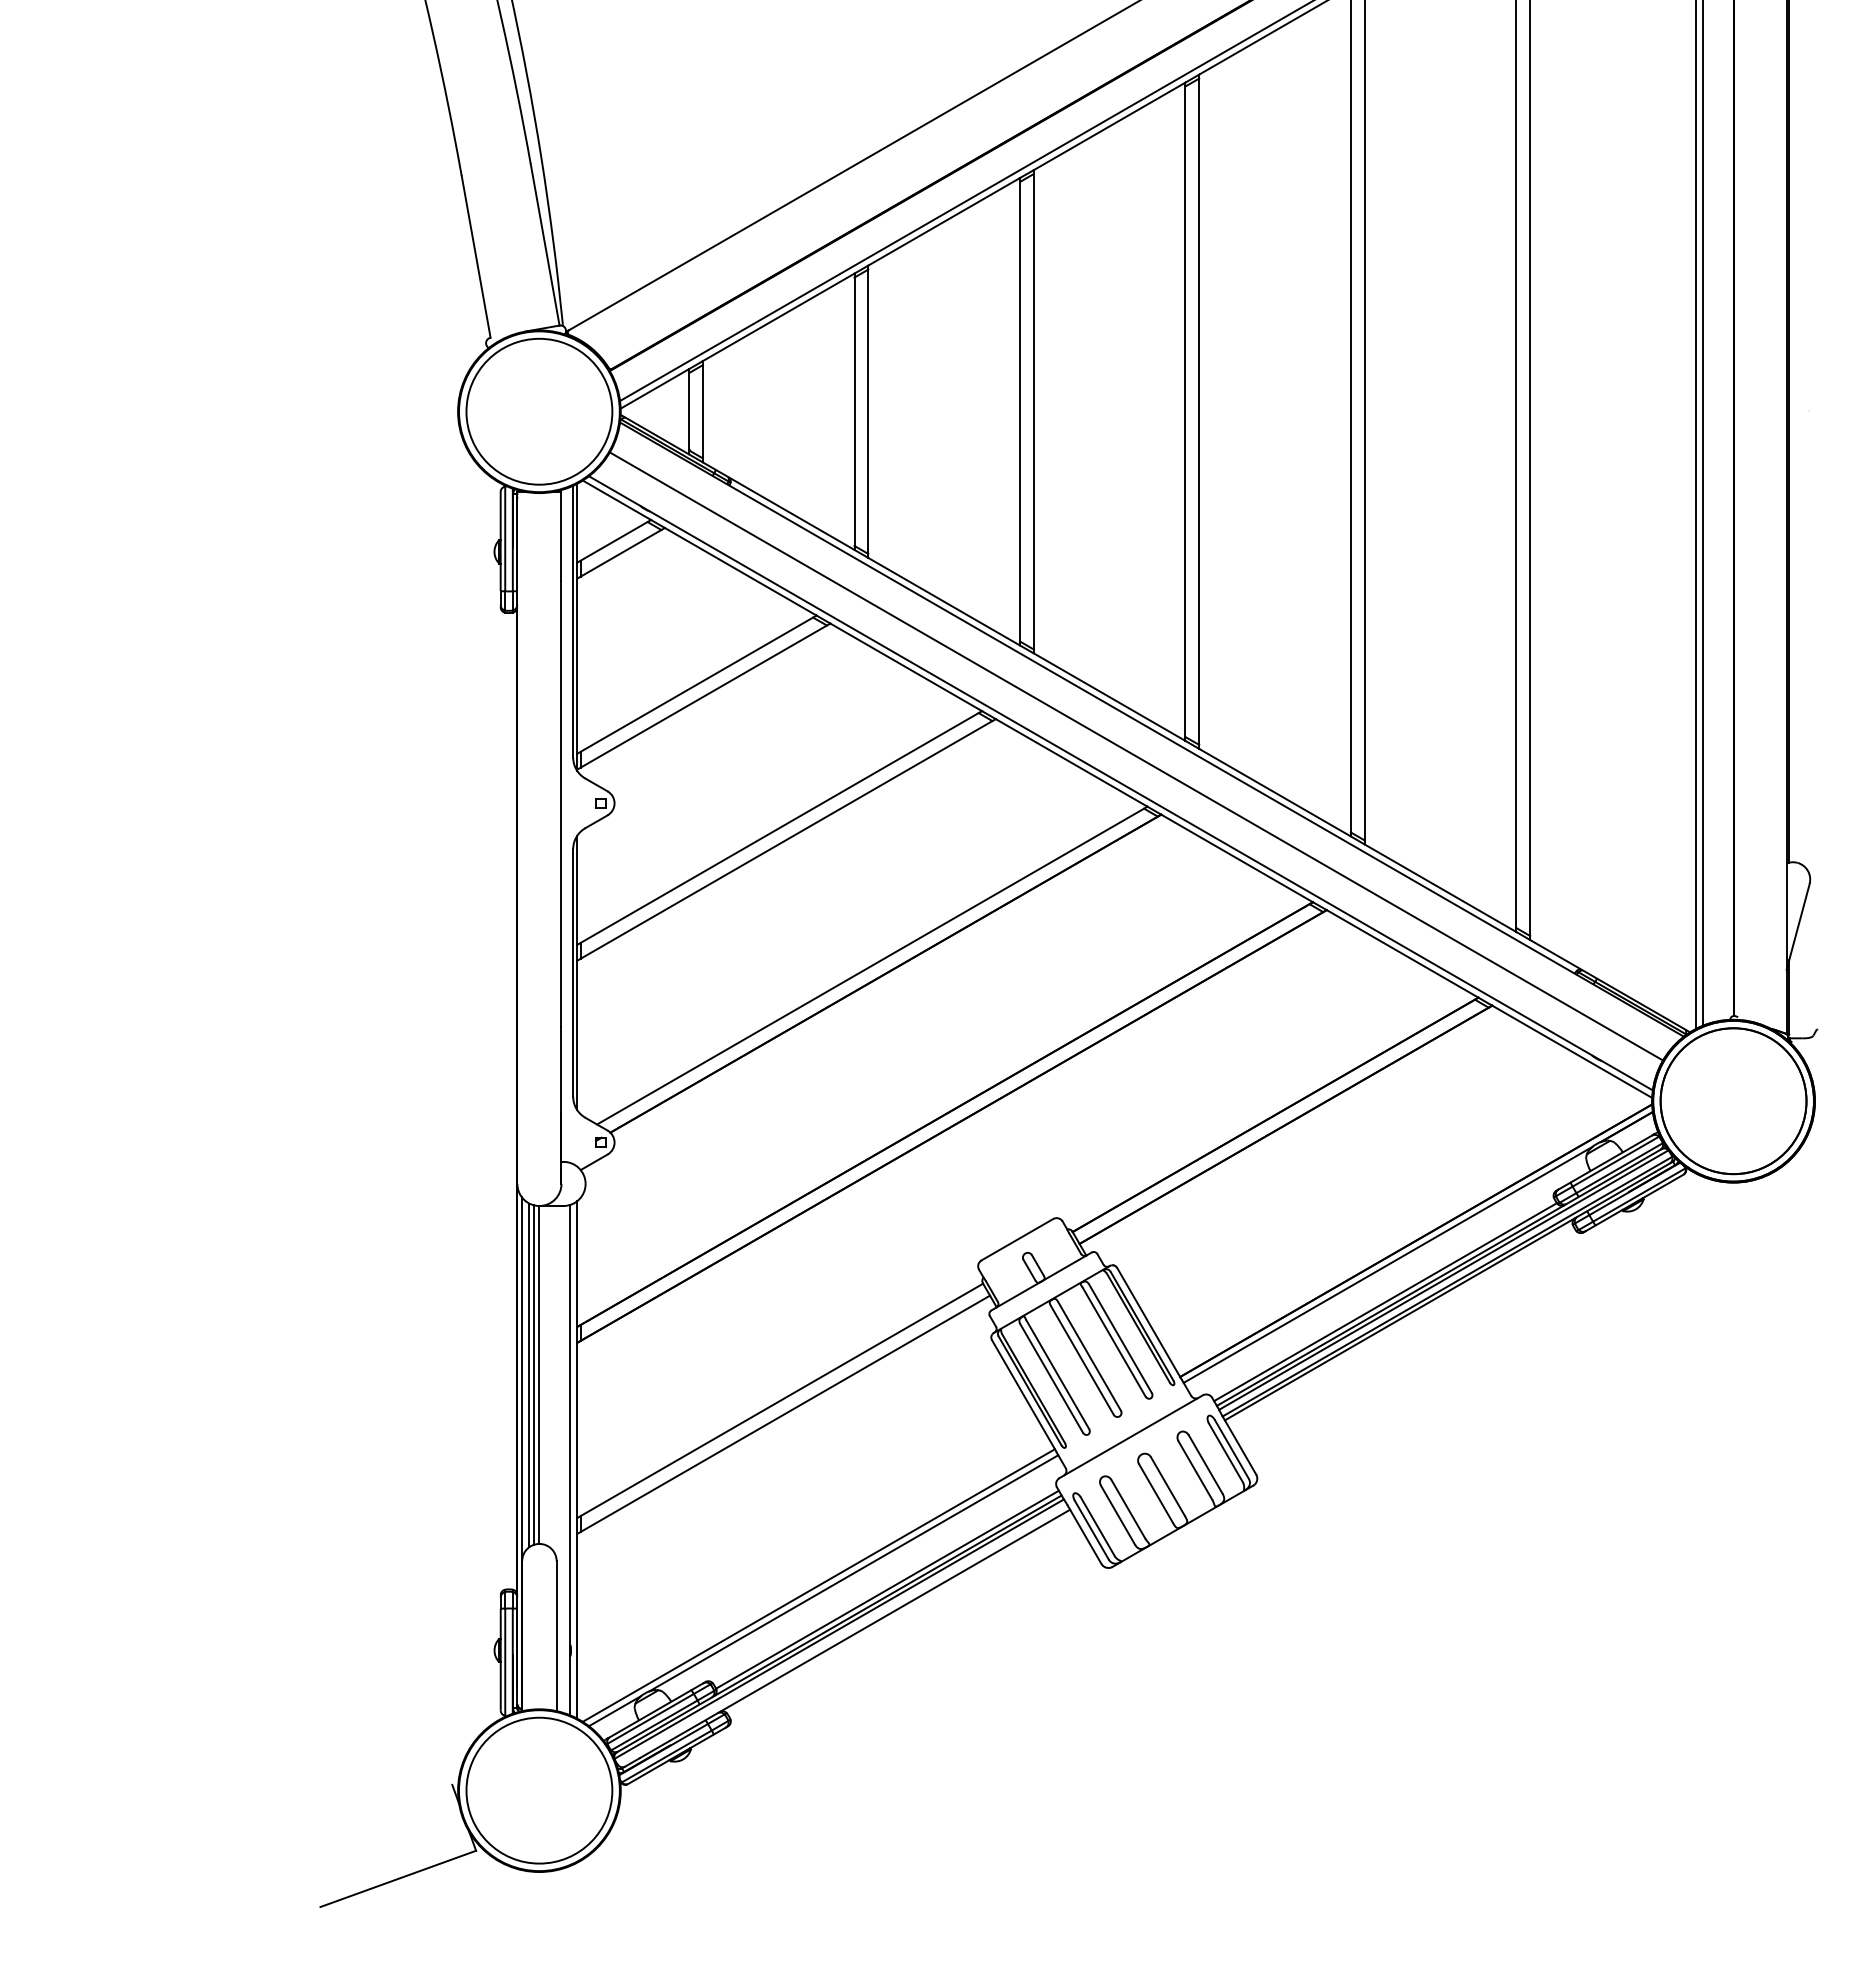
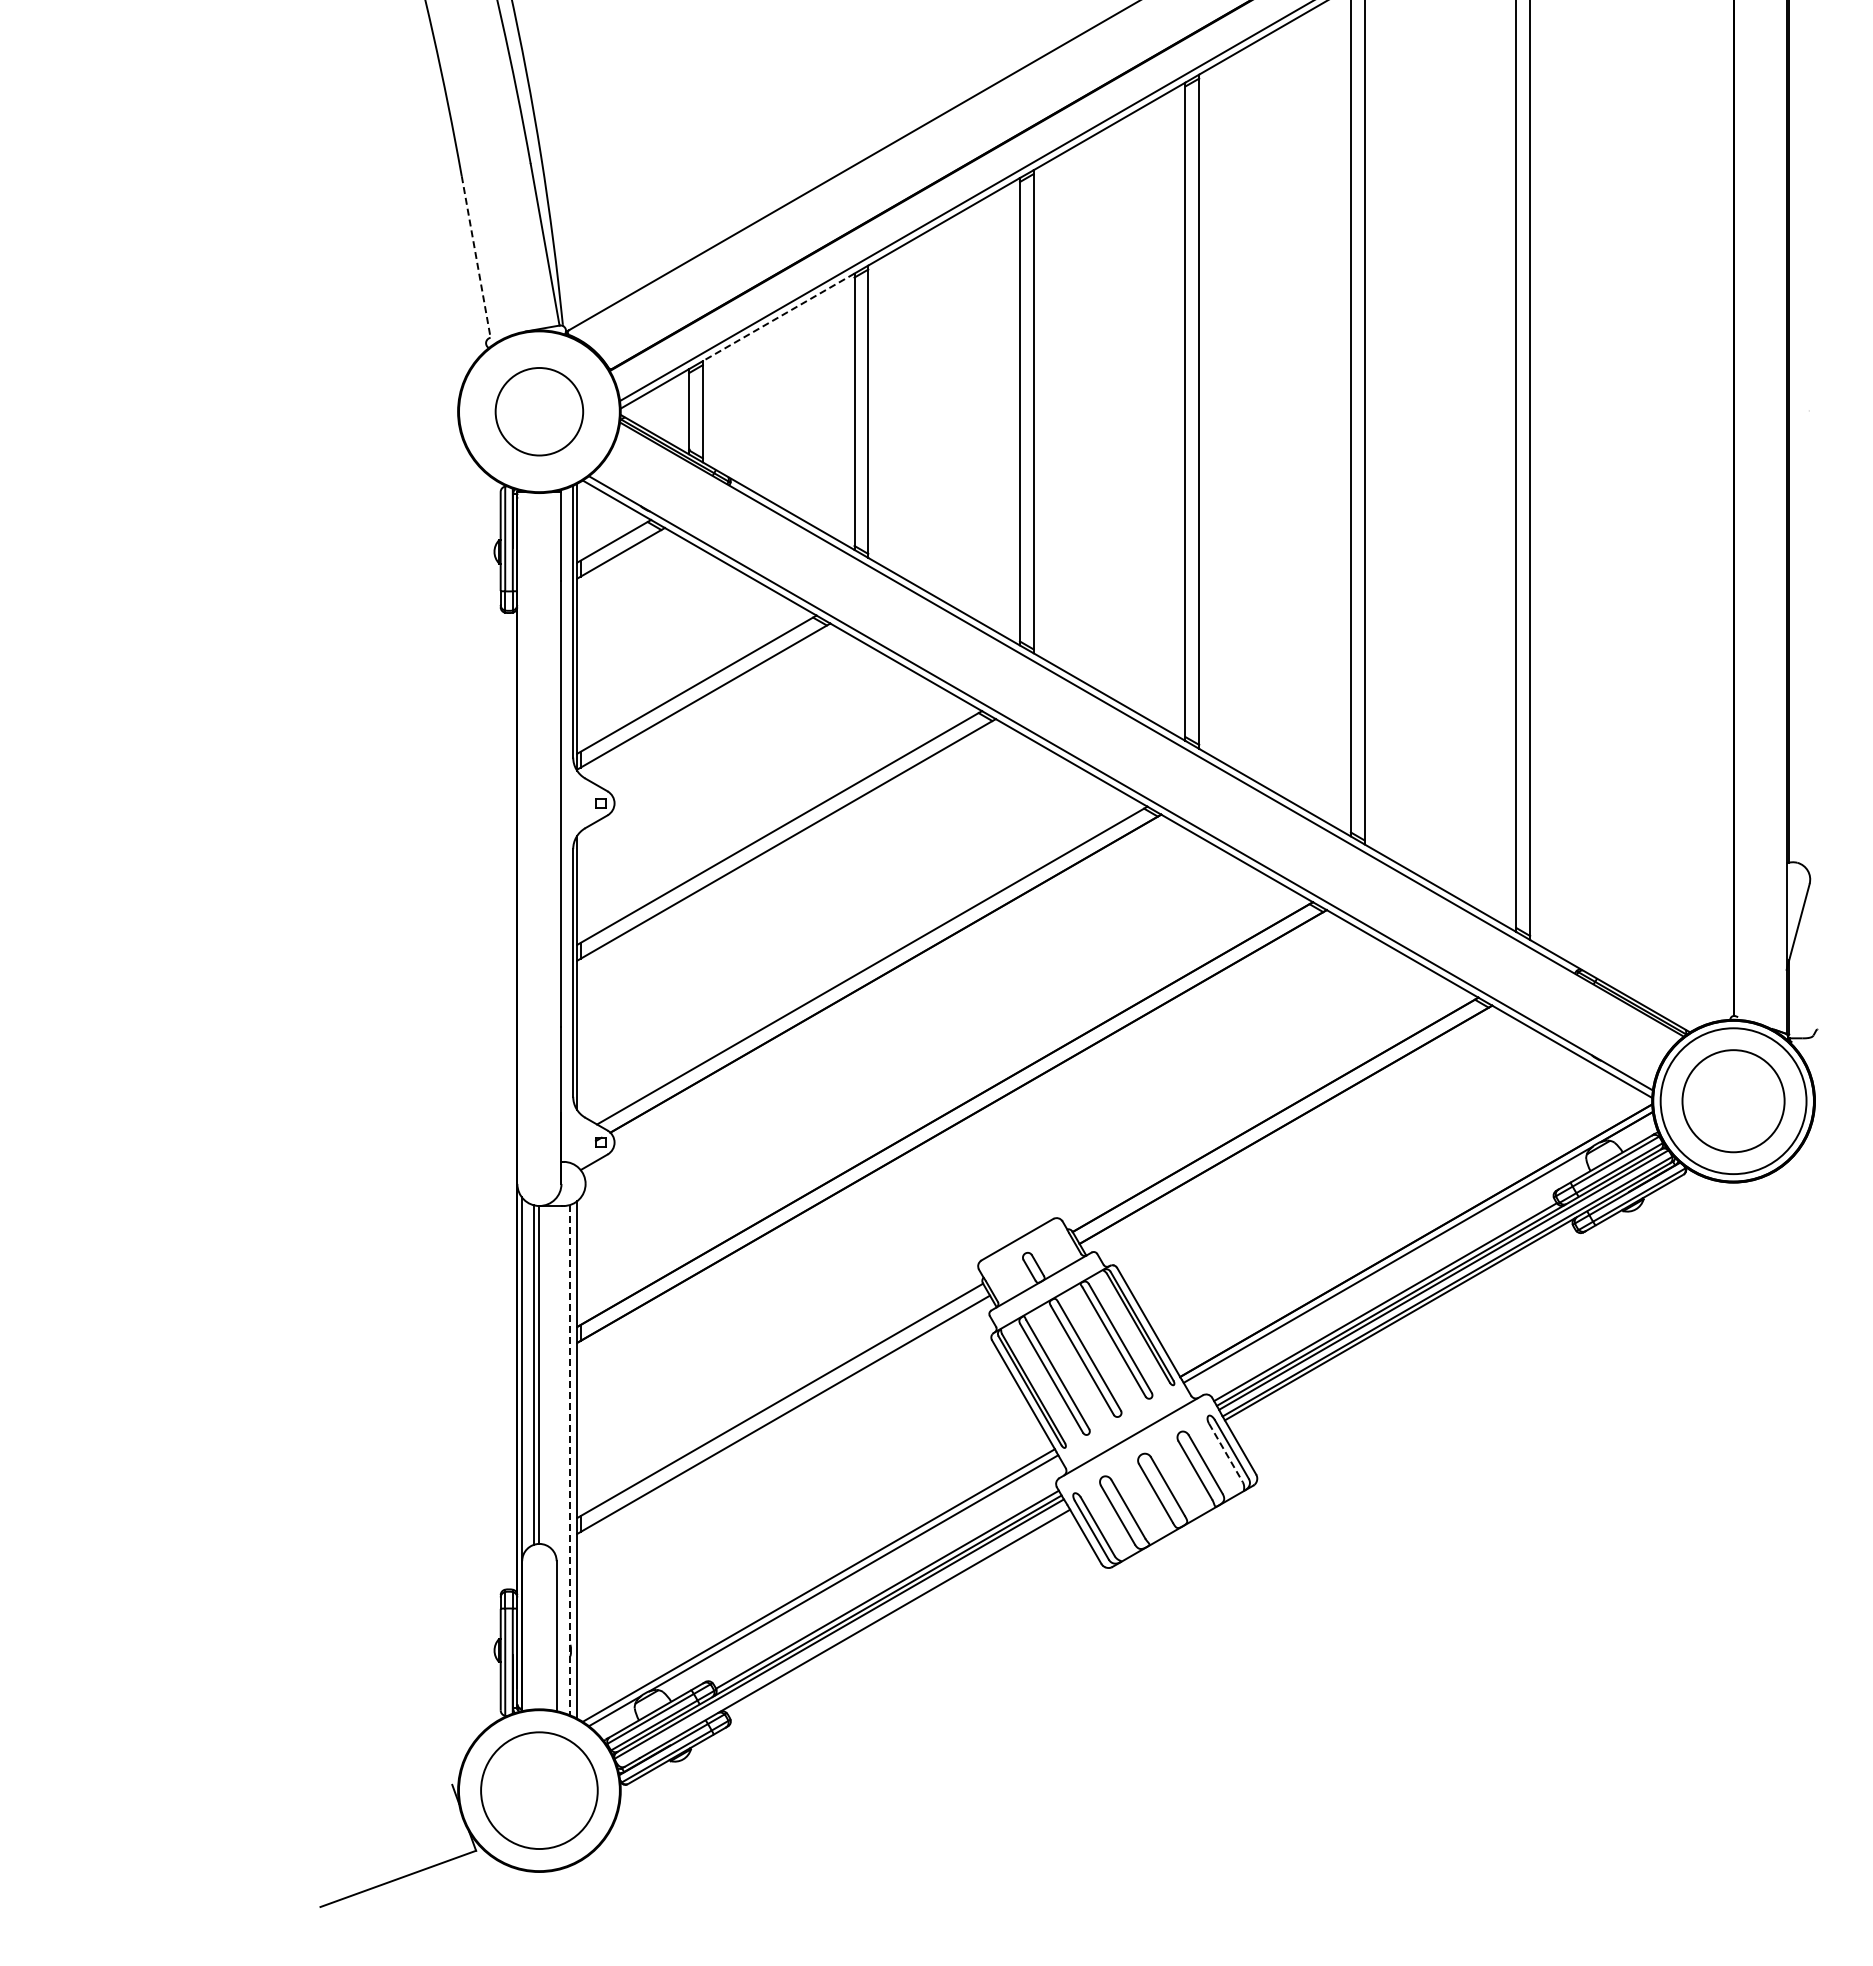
line at (476, 257): solid -> dashed
line at (778, 317): solid -> dashed
circle at (539, 411) diameter: 146 px -> 88 px
line at (1702, 514): present -> none
line at (1695, 515): present -> none
line at (1136, 756): present -> none
circle at (1733, 1101) diameter: 146 px -> 102 px
line at (529, 1375): present -> none
line at (1225, 1452): solid -> dashed
line at (570, 1460): solid -> dashed
circle at (539, 1790) diameter: 146 px -> 117 px
